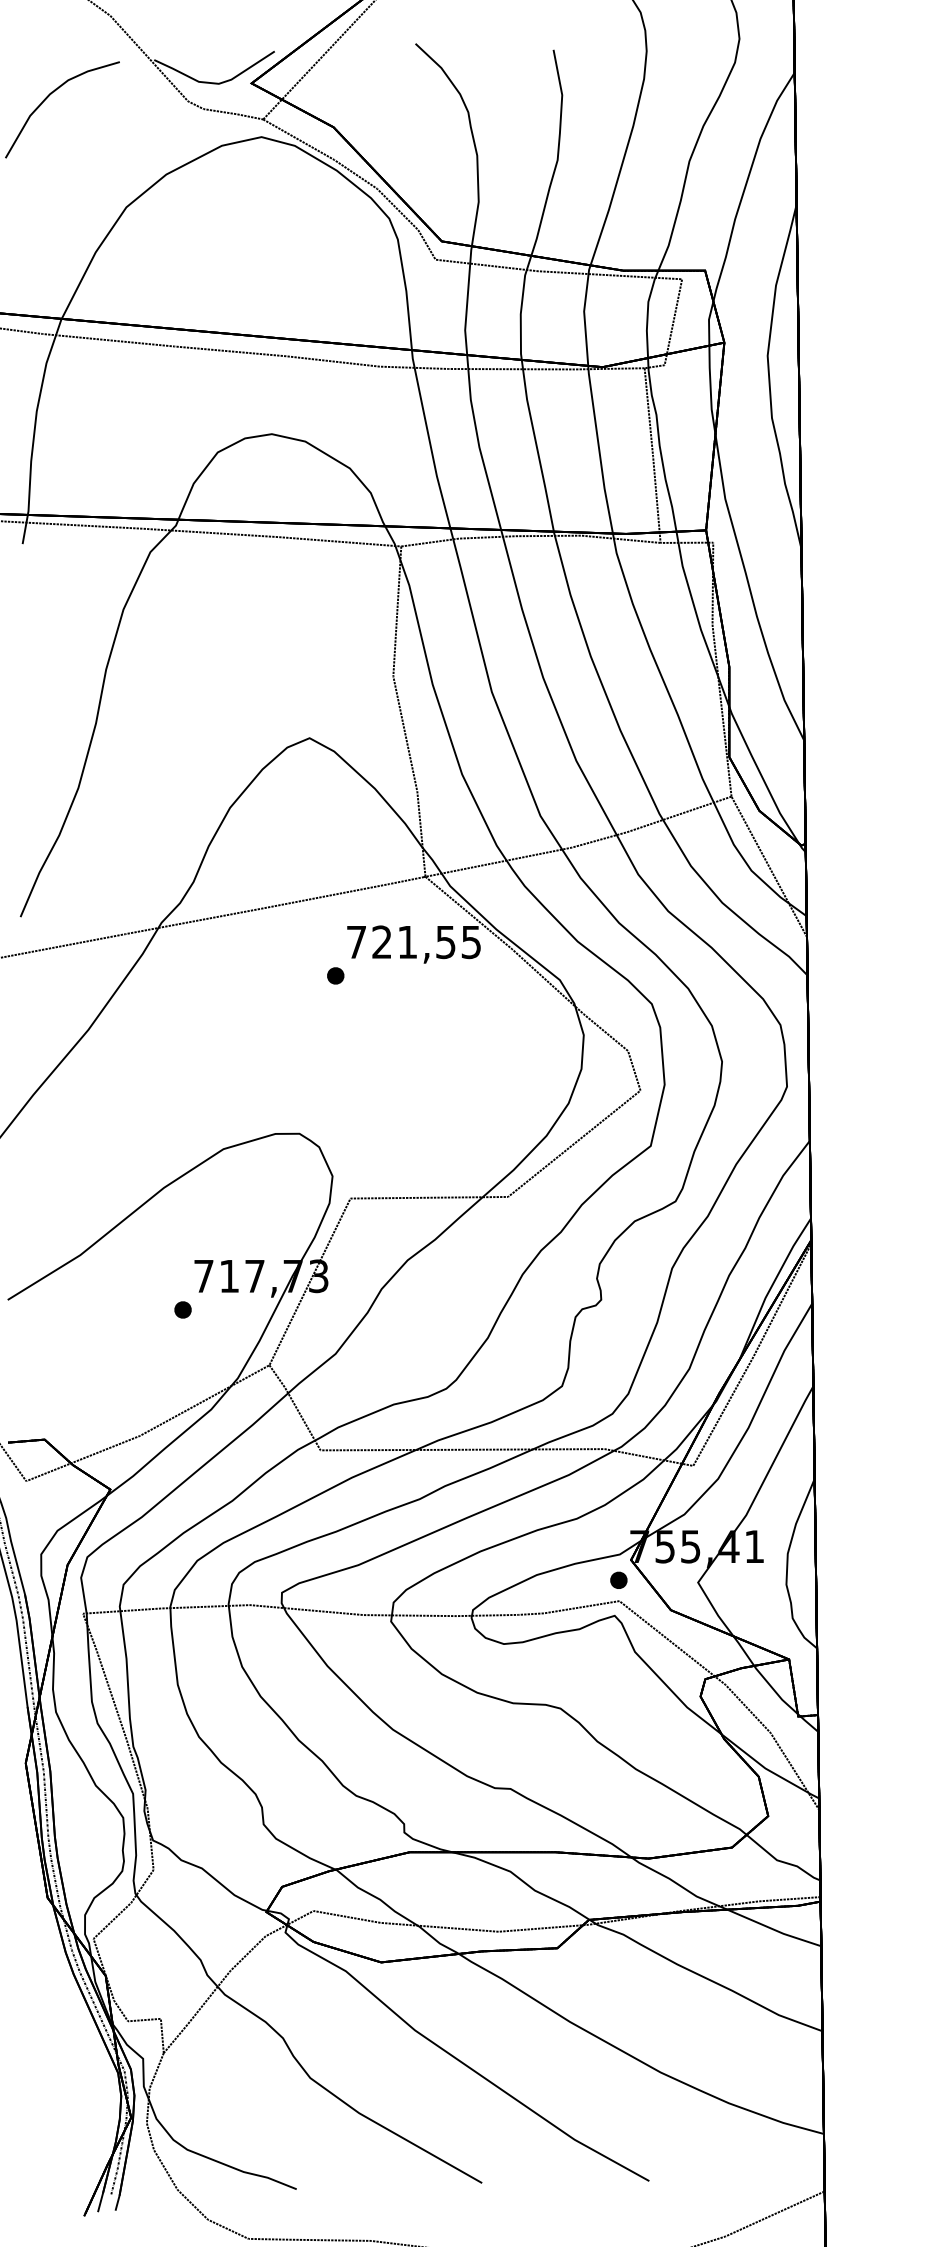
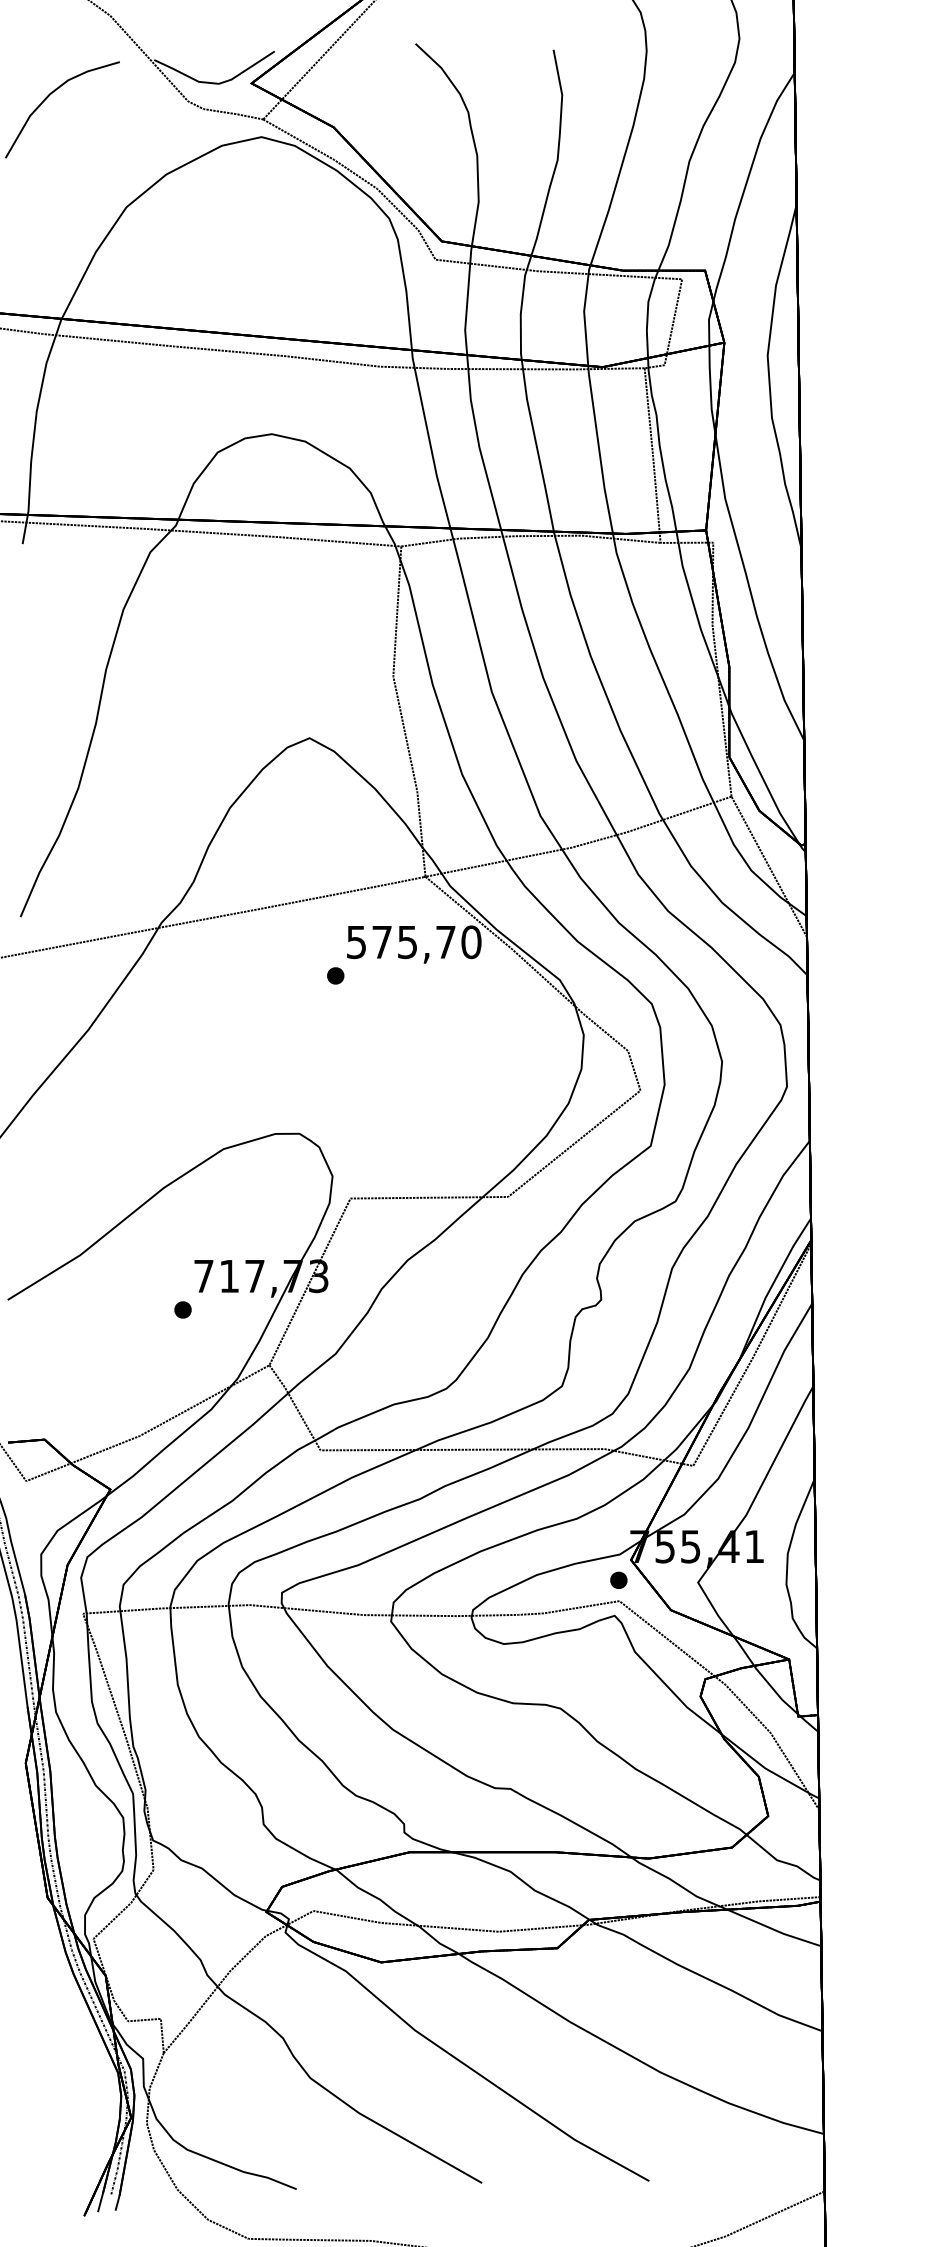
text at (414, 942): 721,55 -> 575,70
